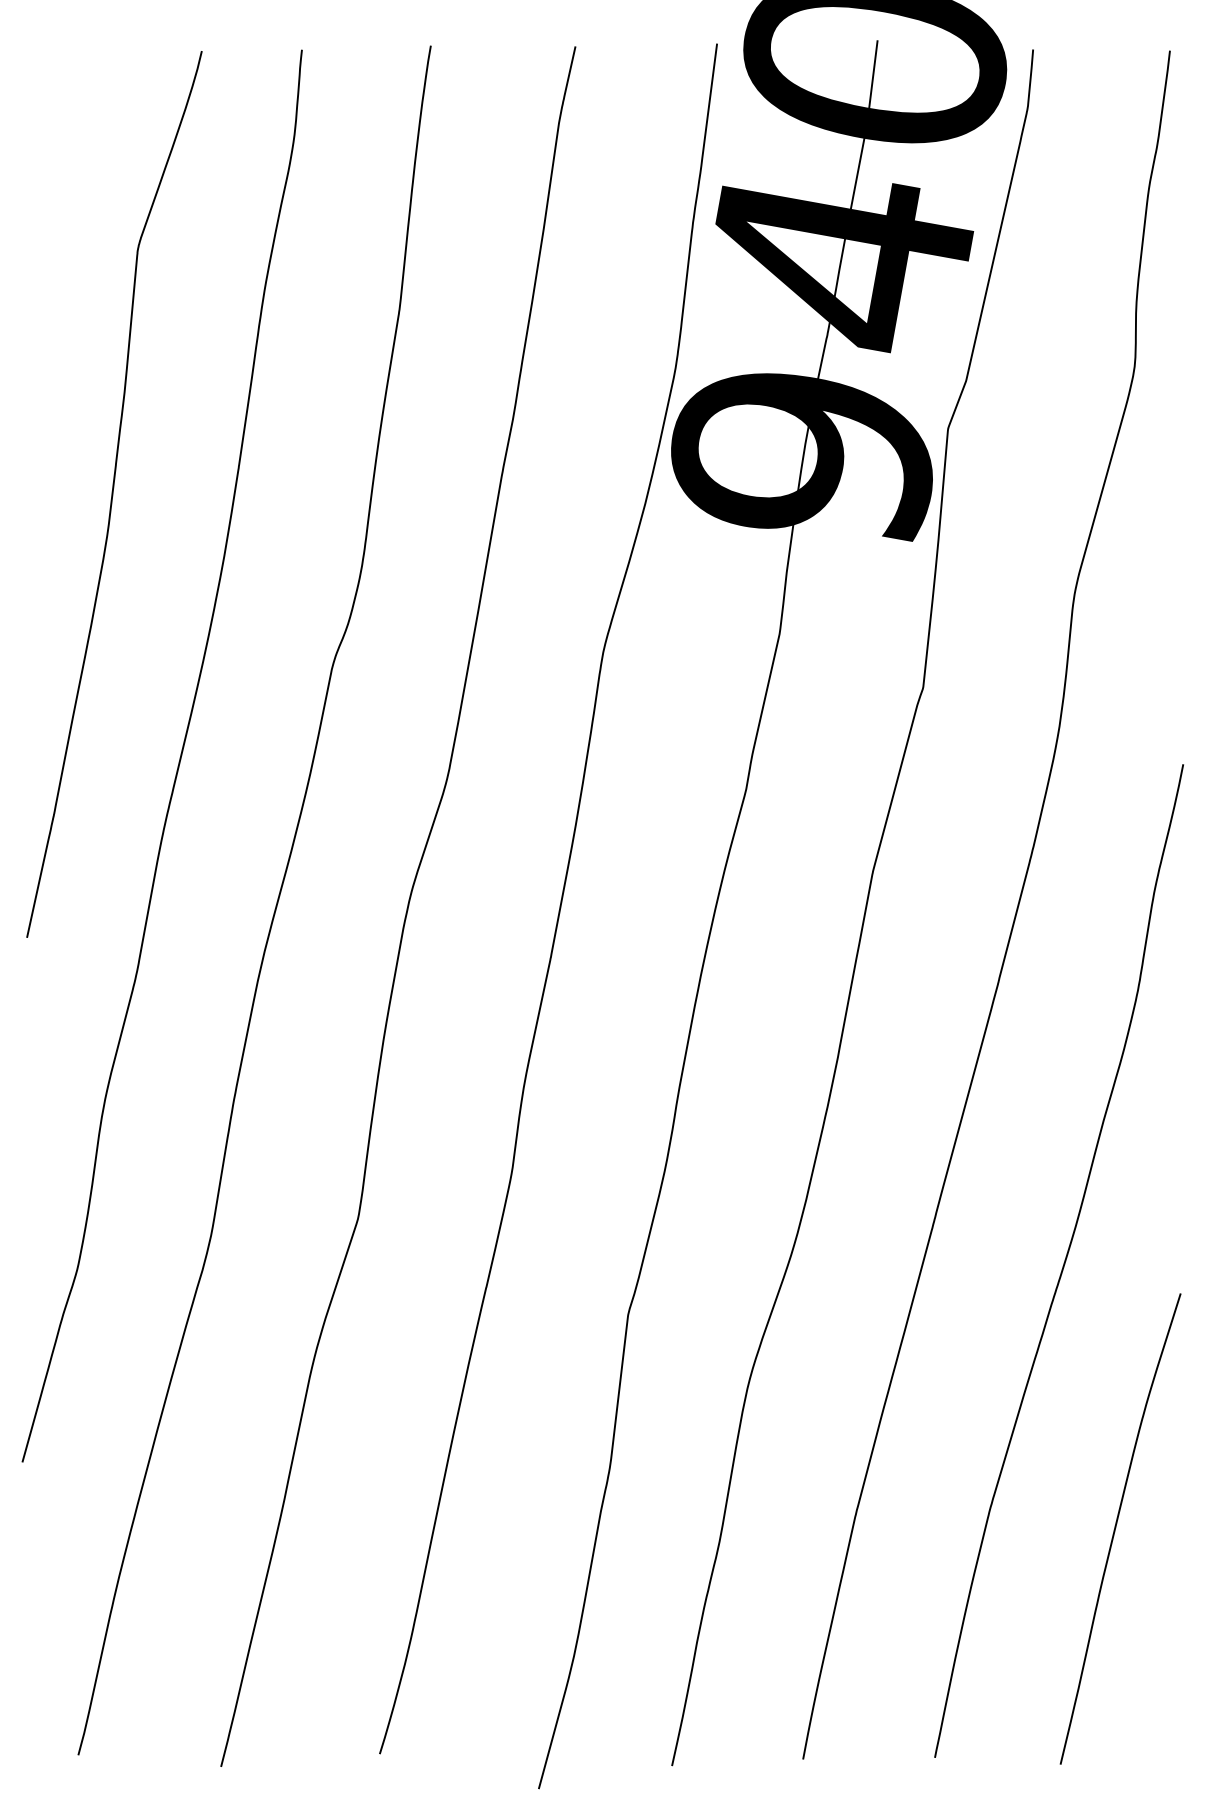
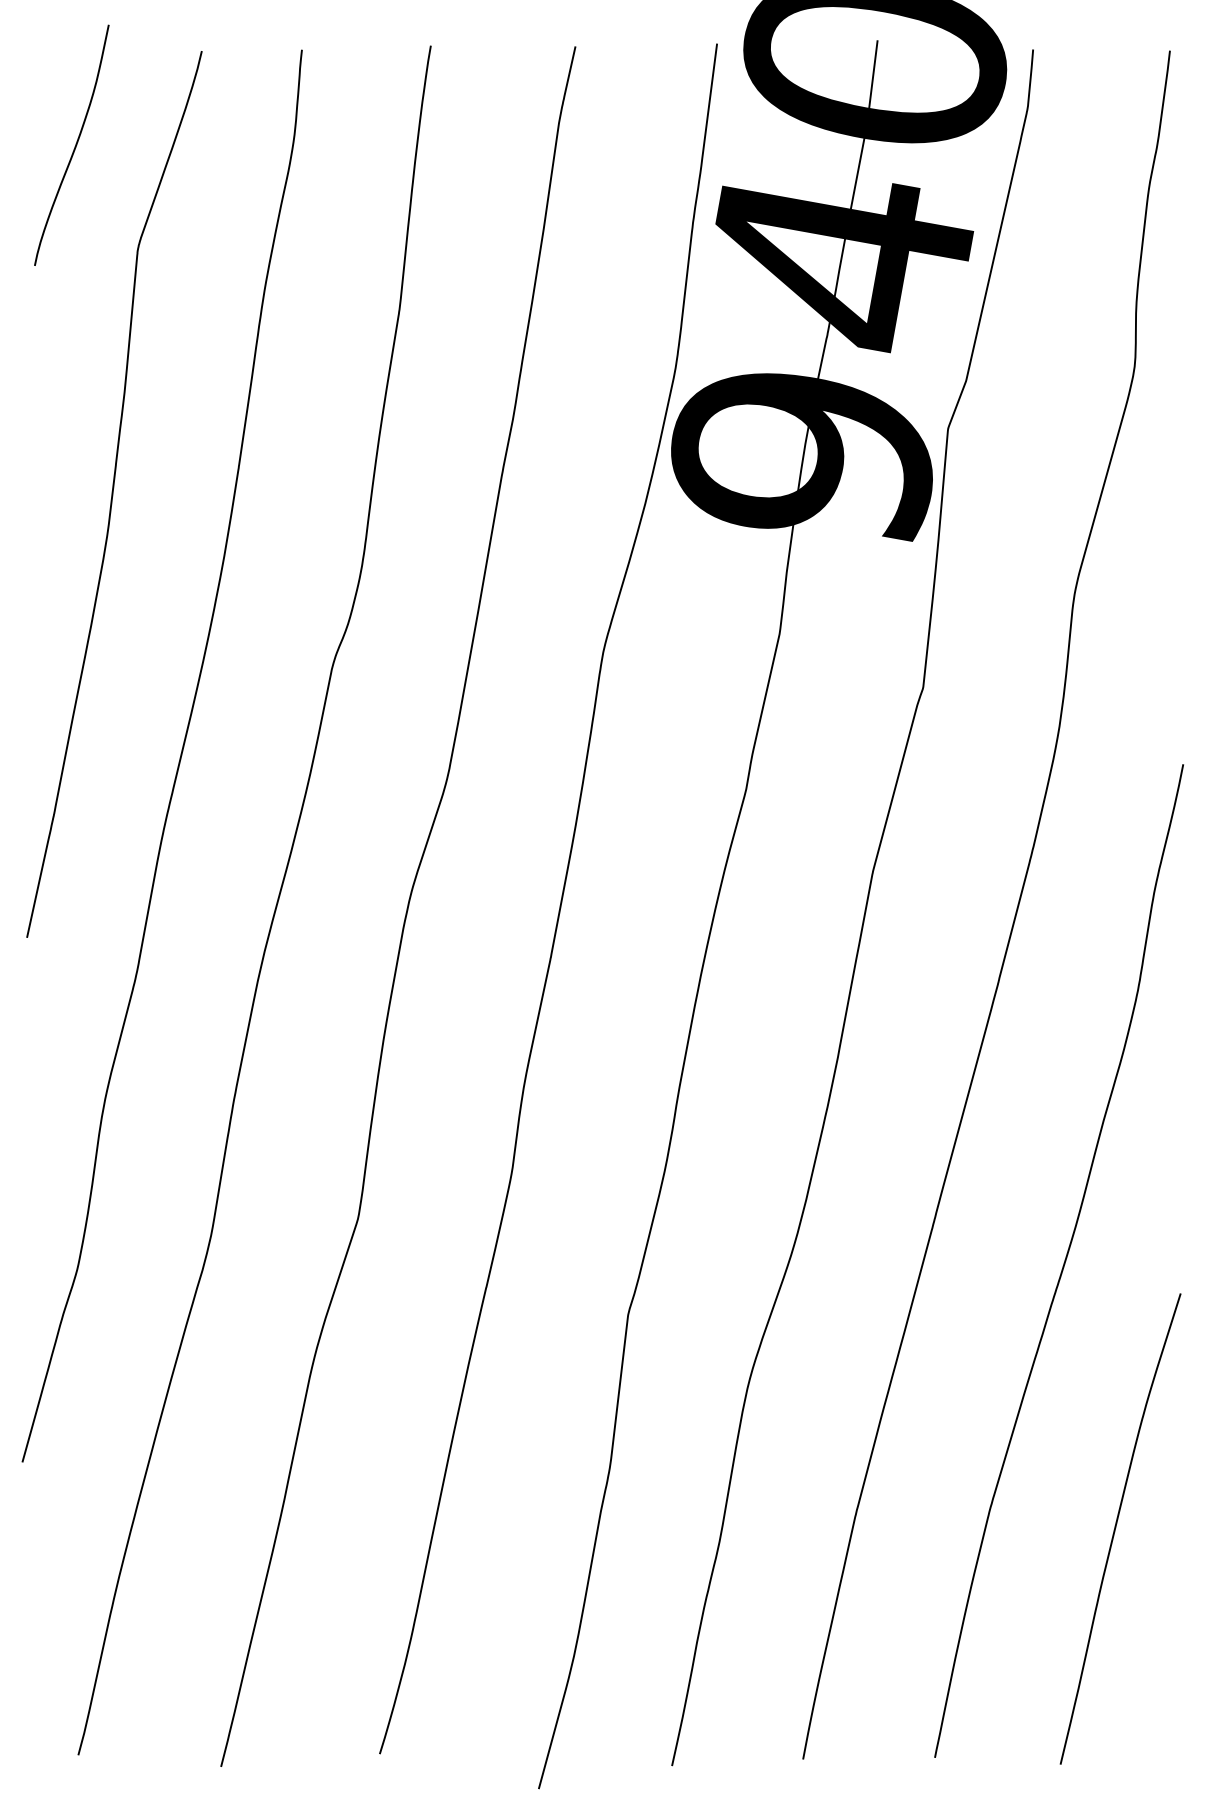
curve at (74, 146): none -> present
